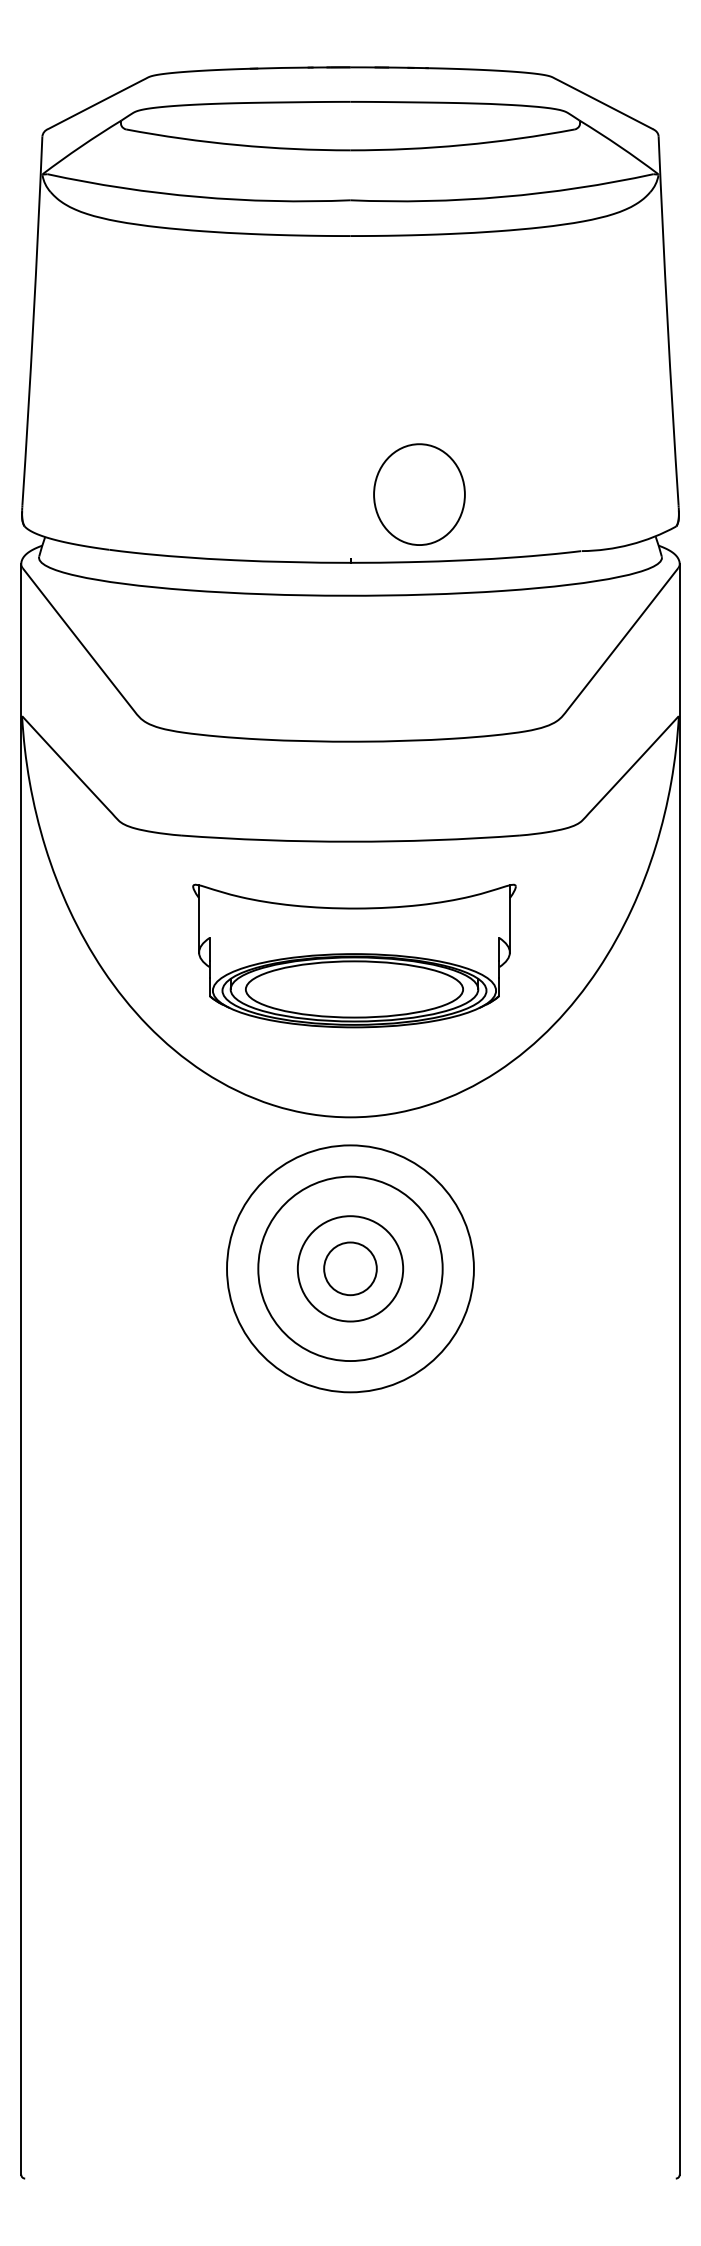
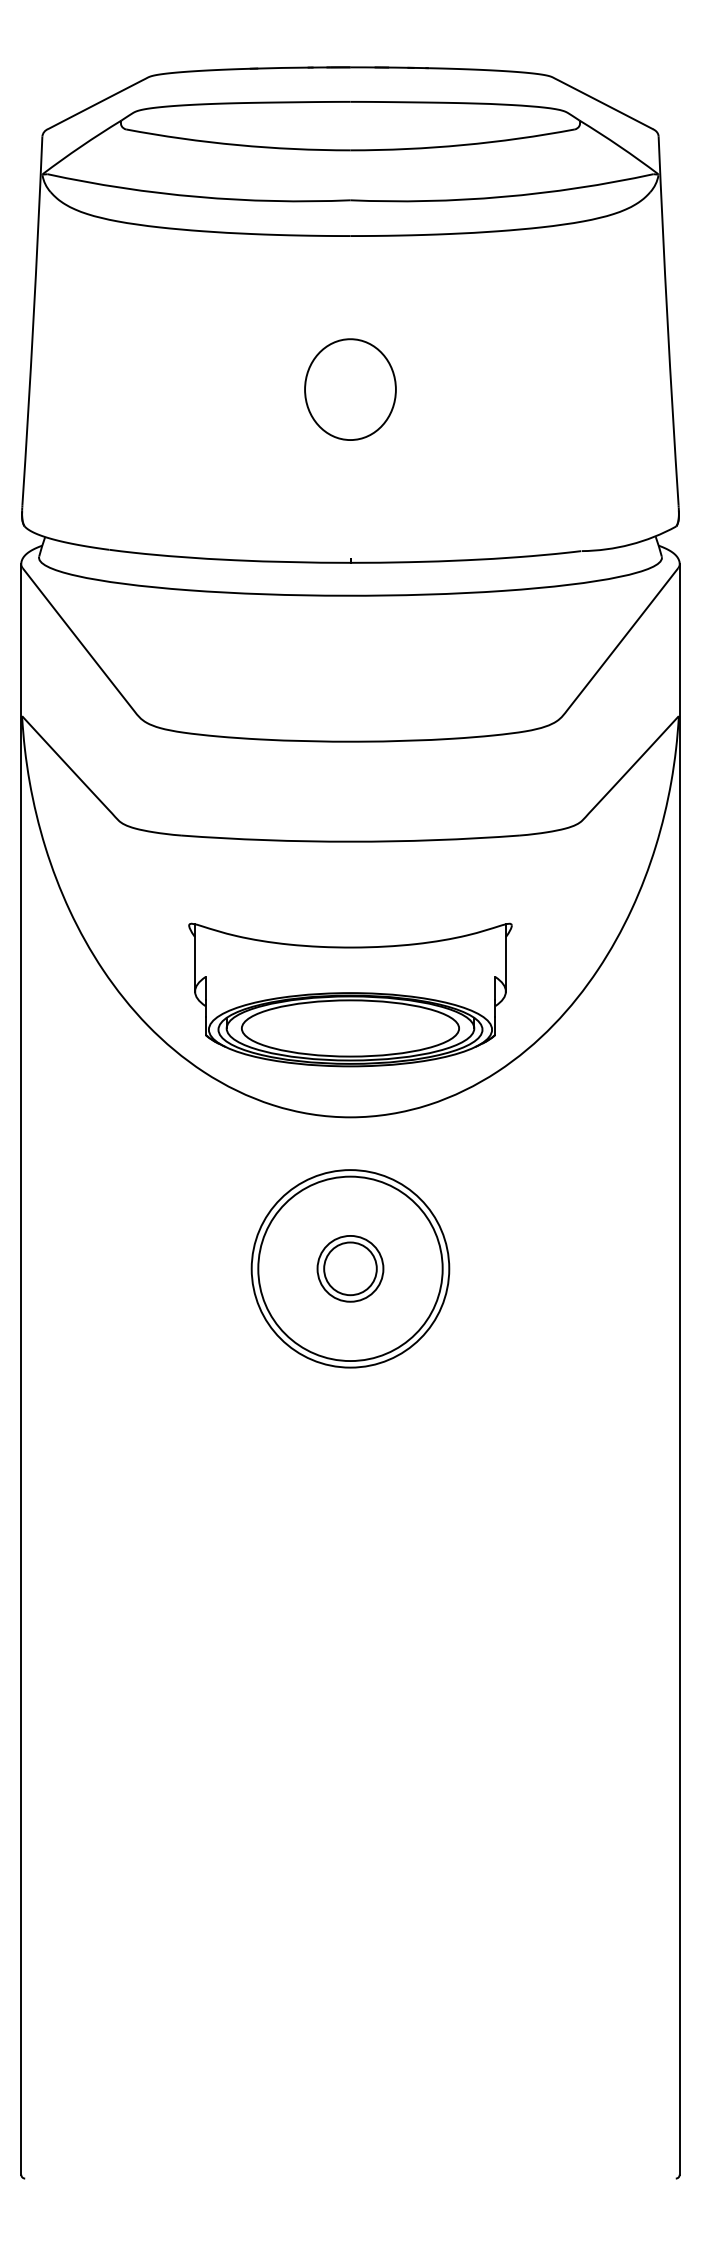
part at (419, 494) position: (419, 494) -> (350, 389)
part at (354, 955) position: (354, 955) -> (350, 994)
circle at (350, 1268) diameter: 105 px -> 66 px
circle at (350, 1268) diameter: 247 px -> 198 px
